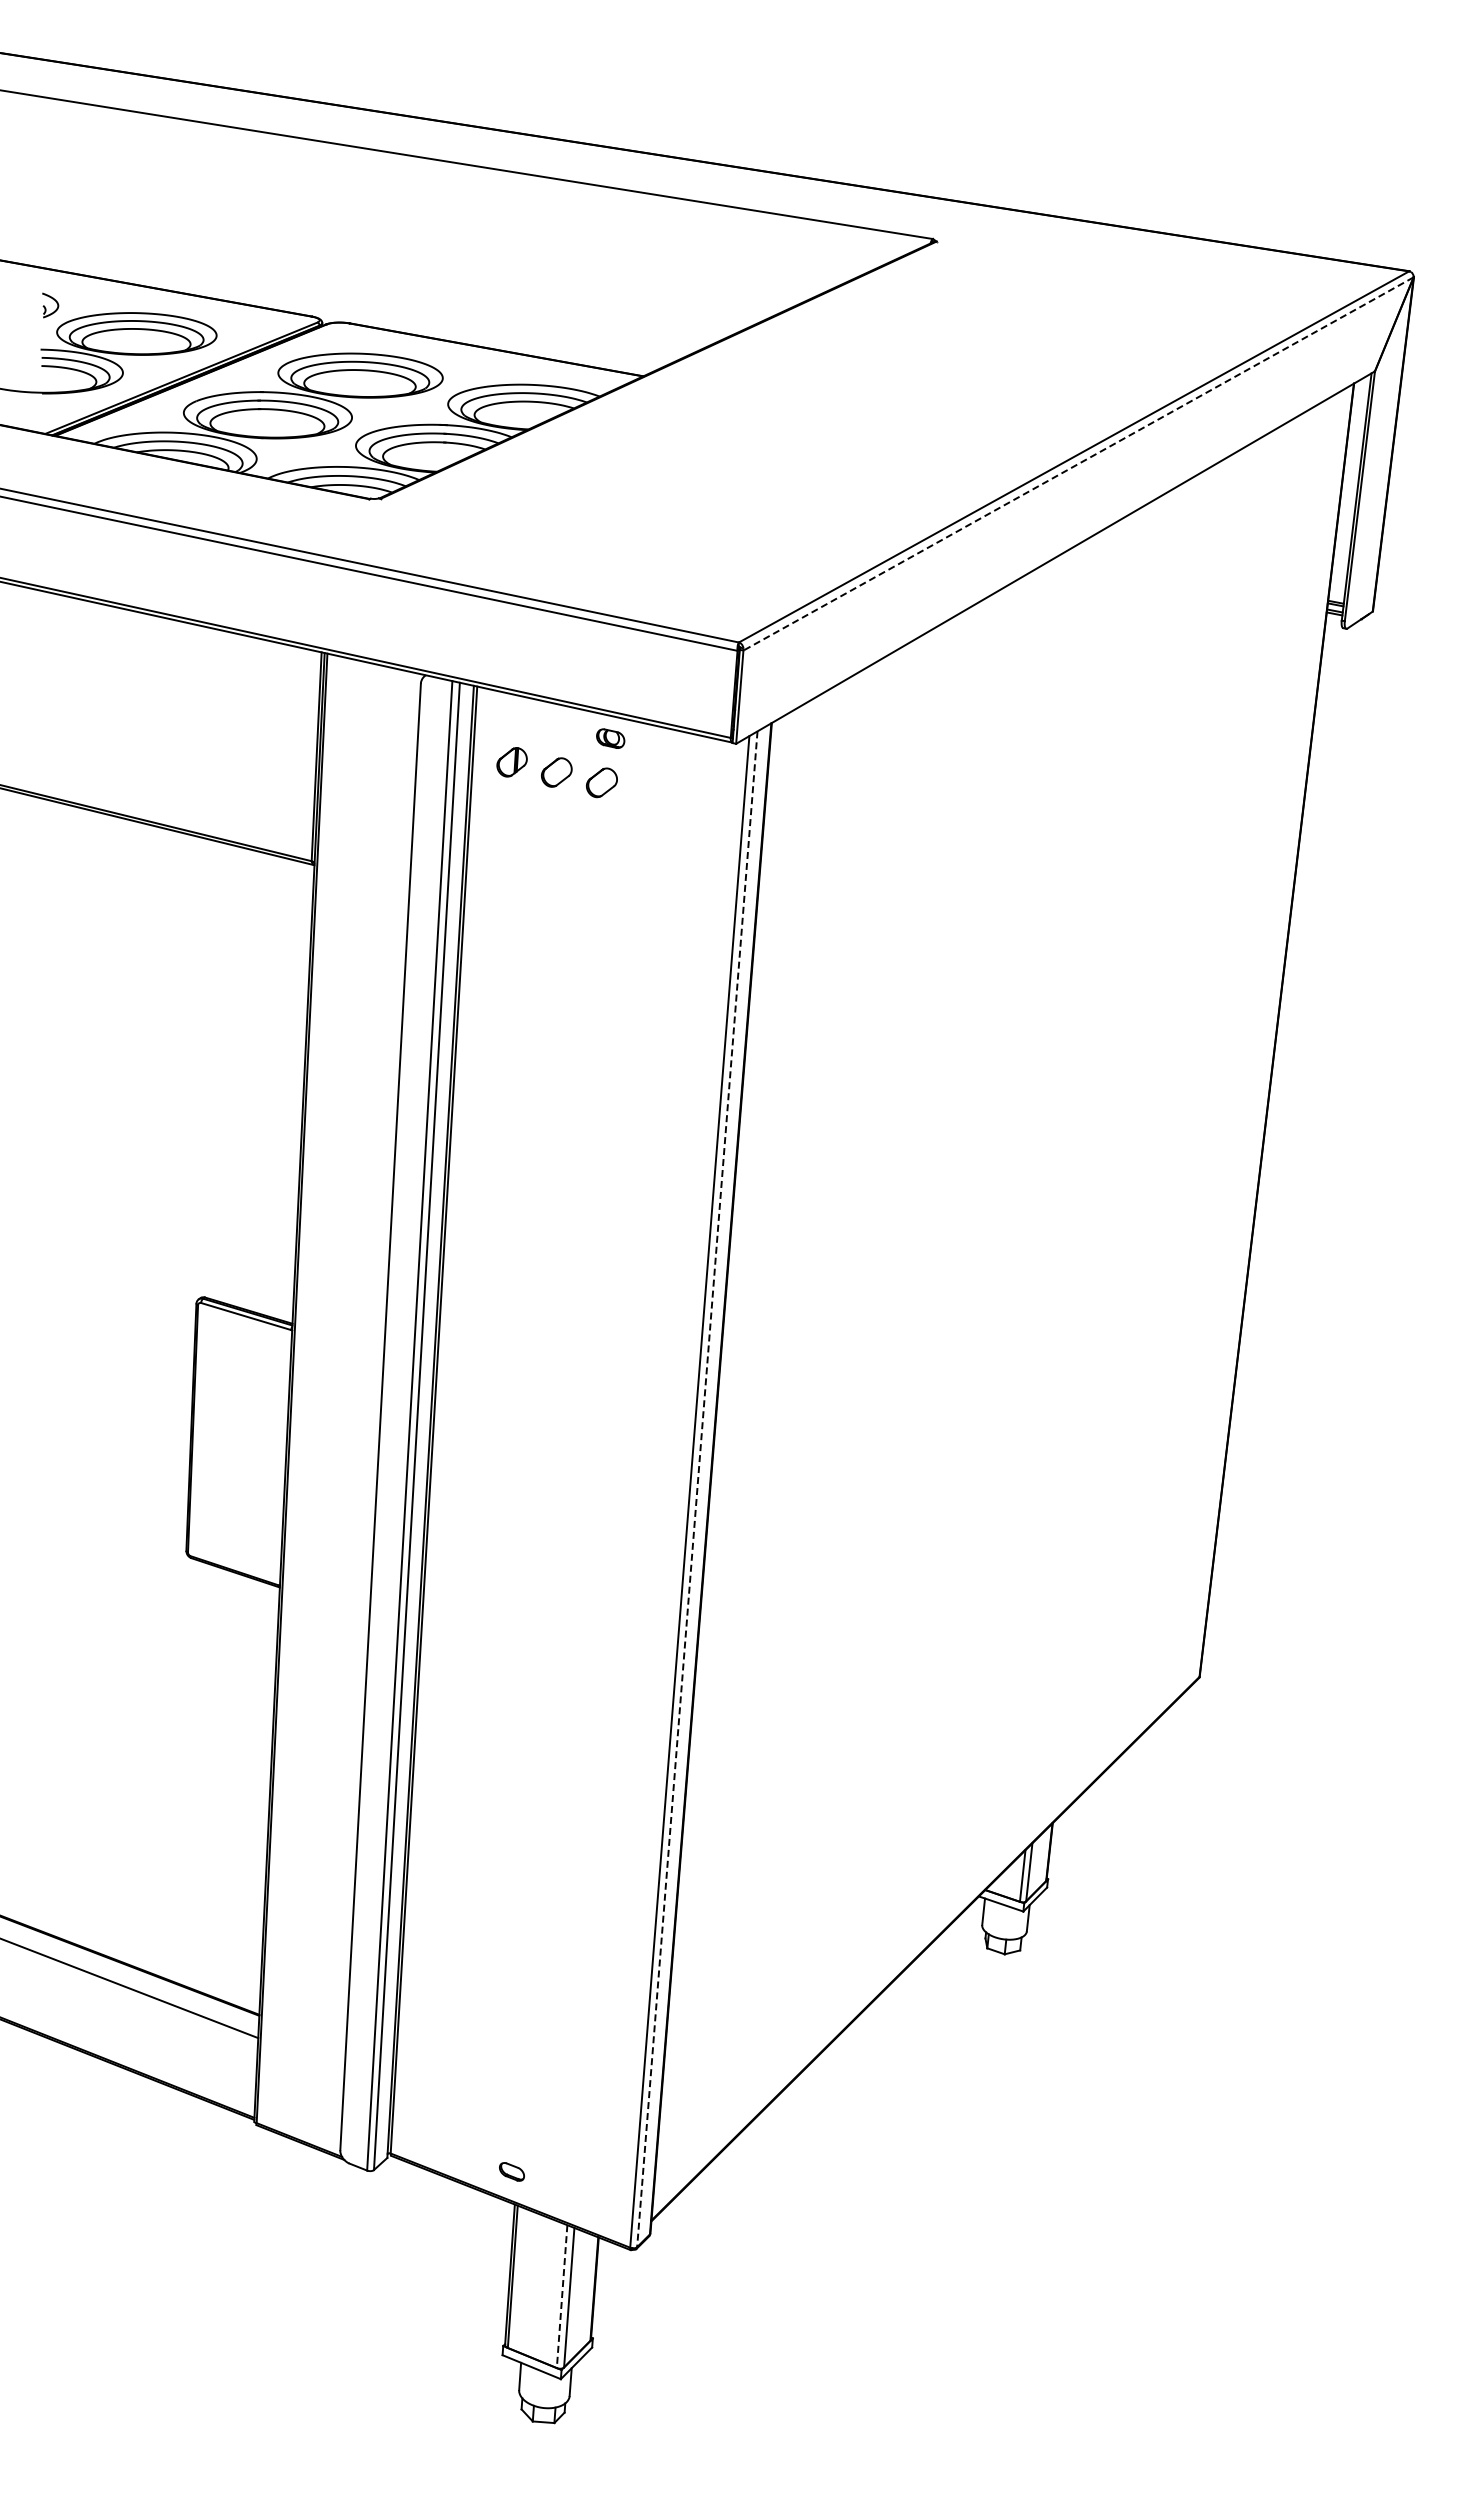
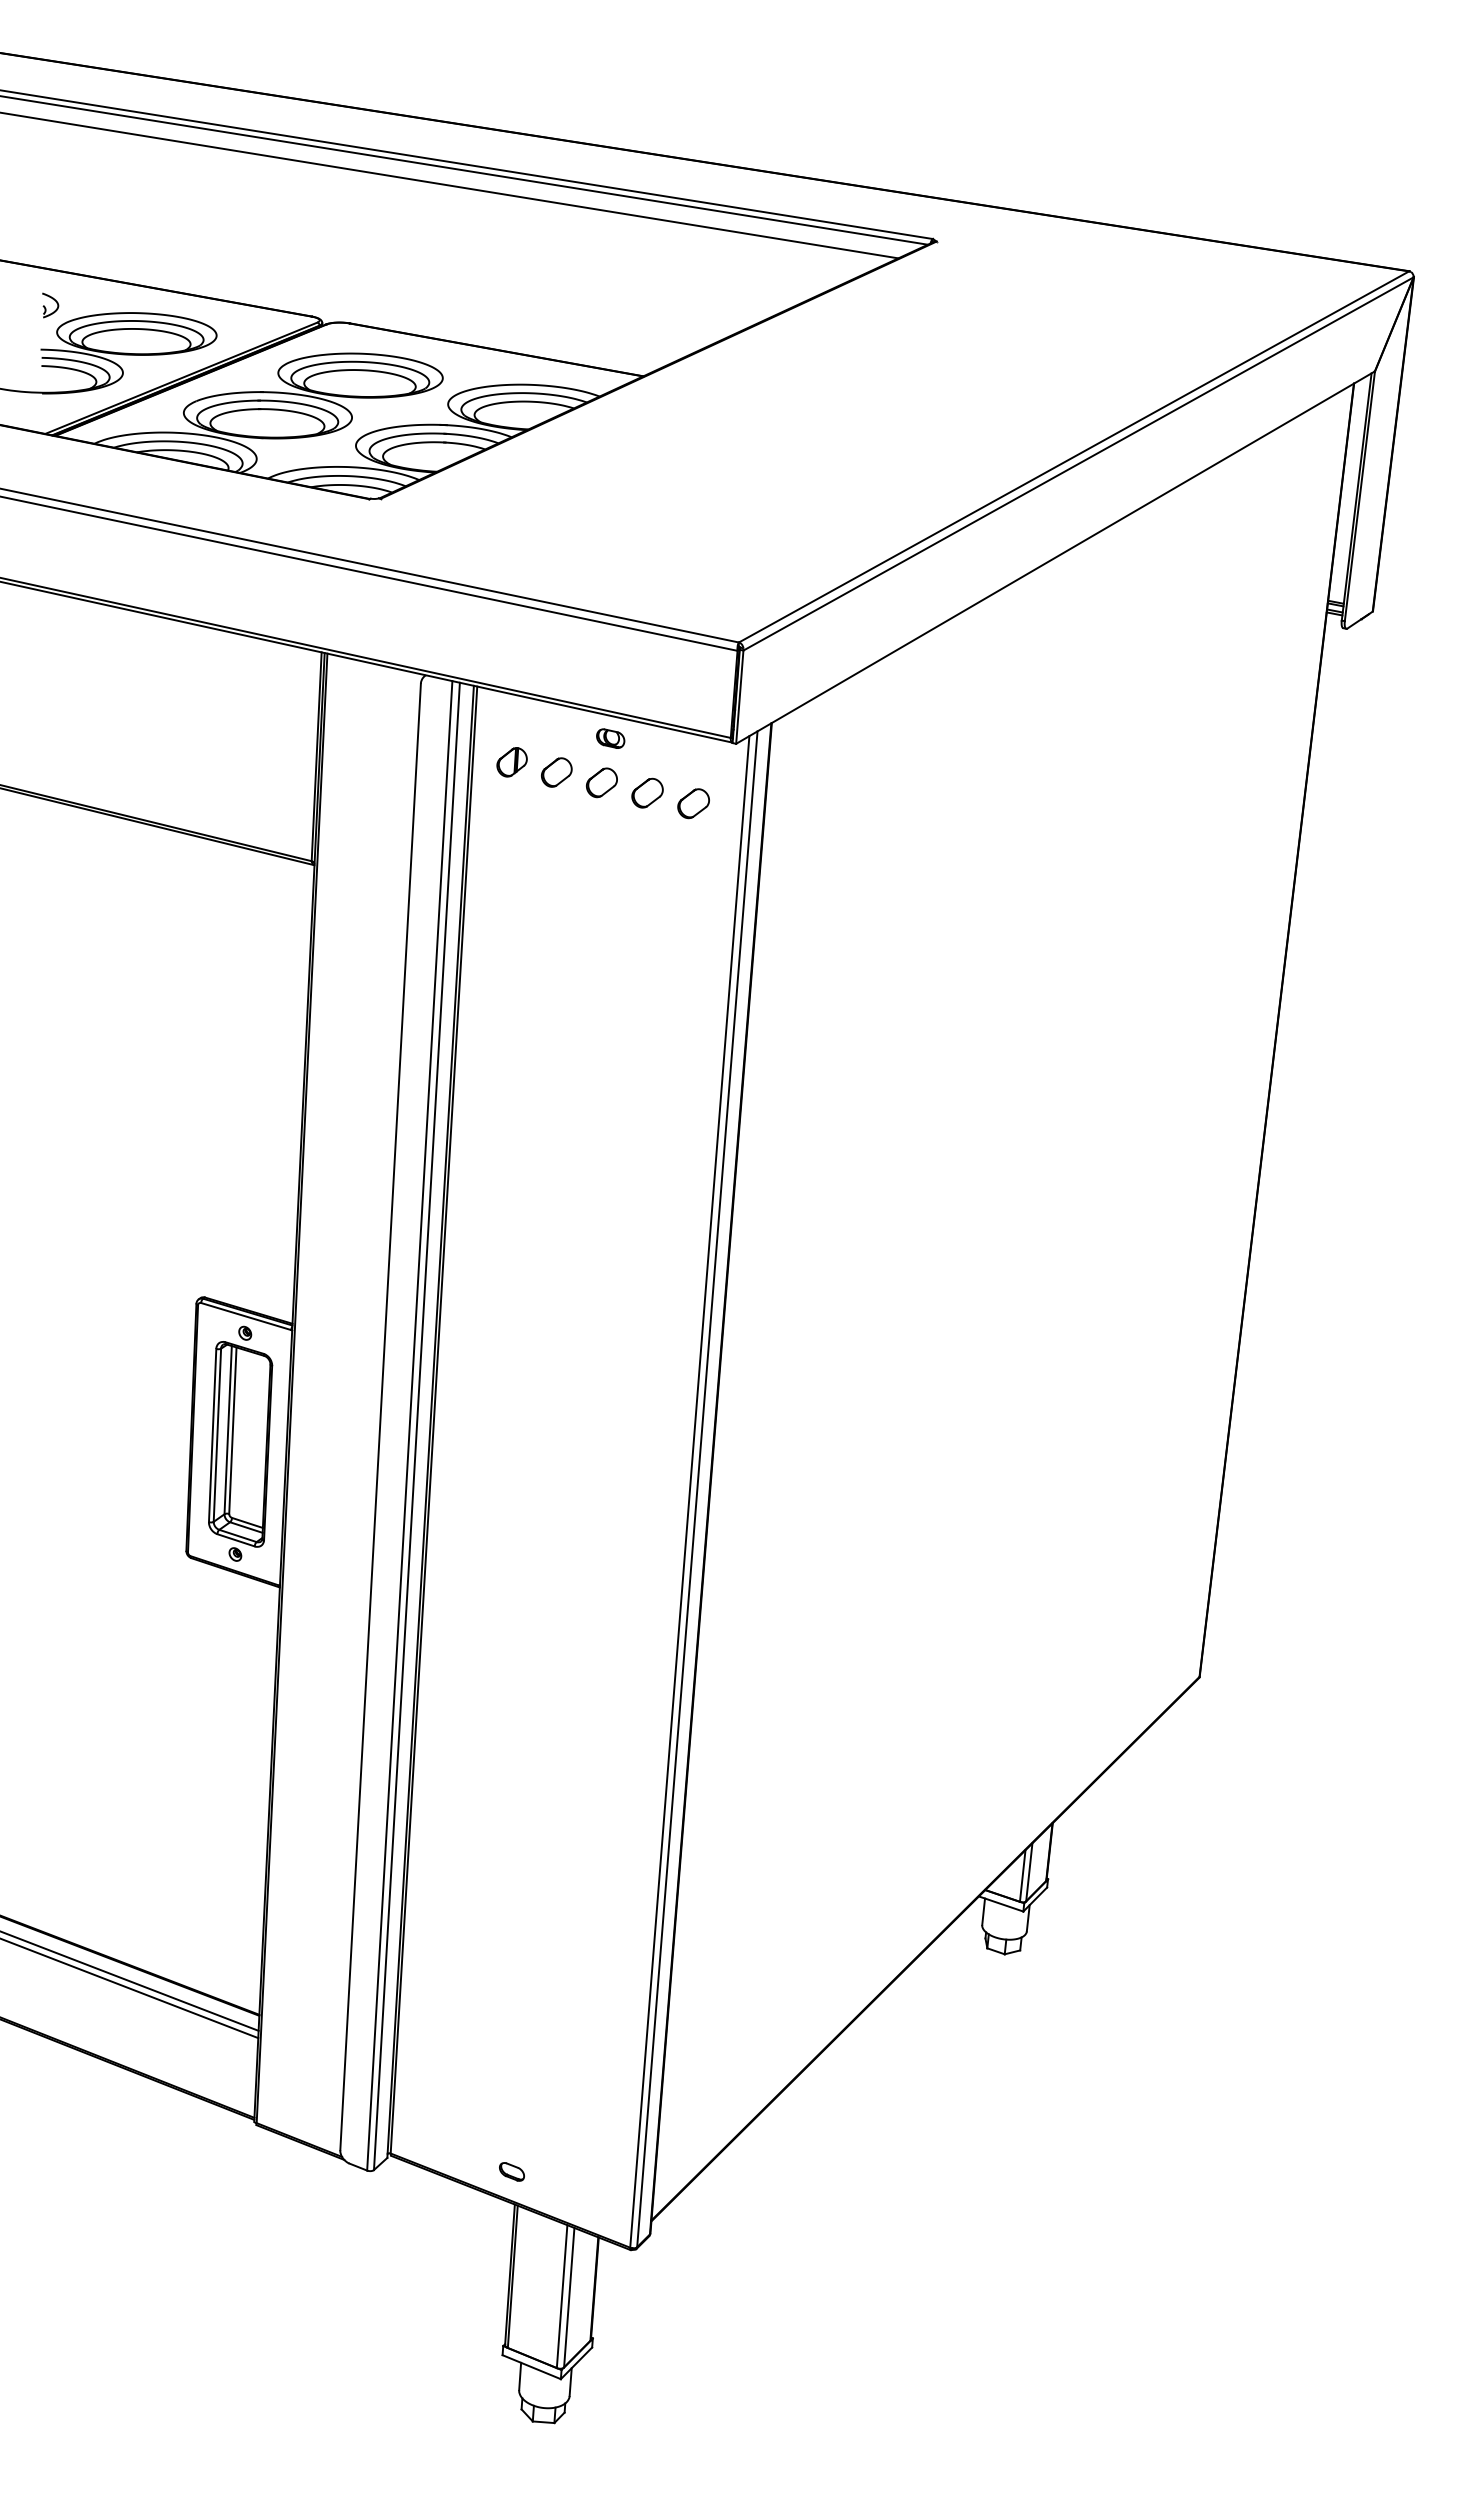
line at (464, 170): none -> present
line at (450, 185): none -> present
line at (1078, 463): dashed -> solid
part at (647, 792): none -> present
part at (693, 803): none -> present
part at (240, 1443): none -> present
line at (697, 1489): dashed -> solid
line at (130, 1981): none -> present
line at (562, 2296): dashed -> solid
